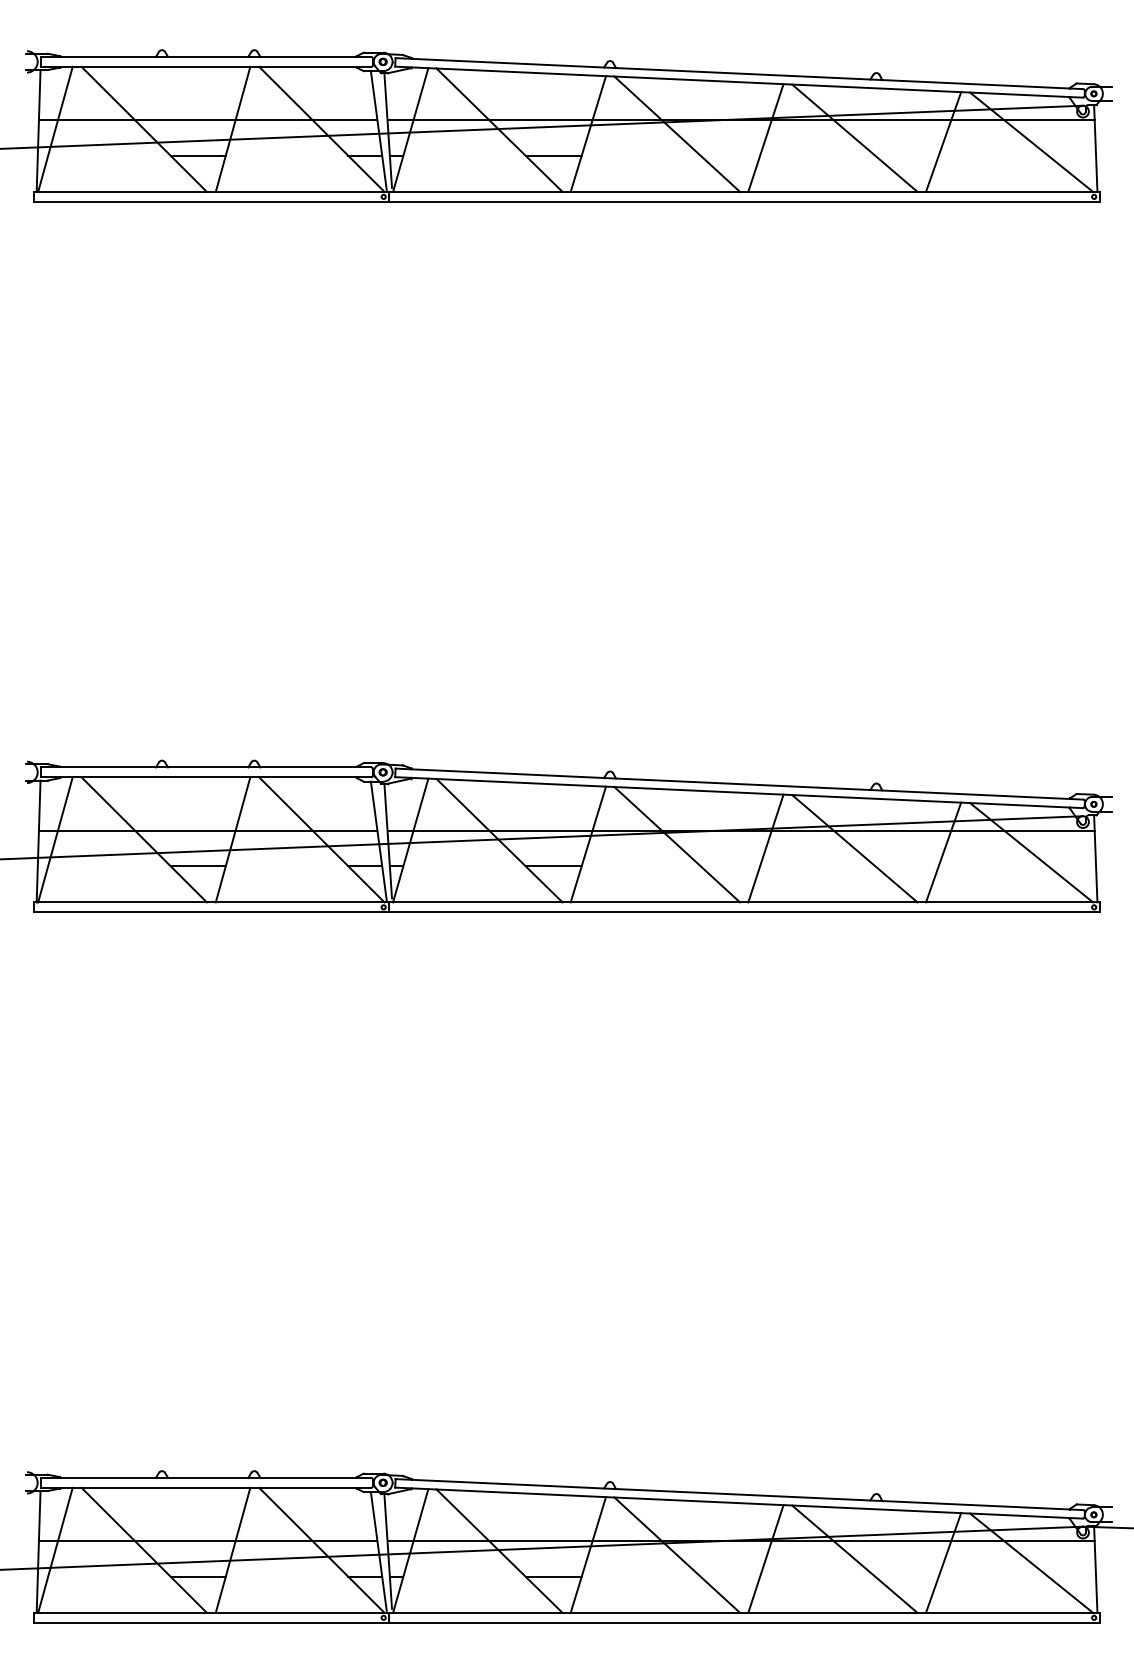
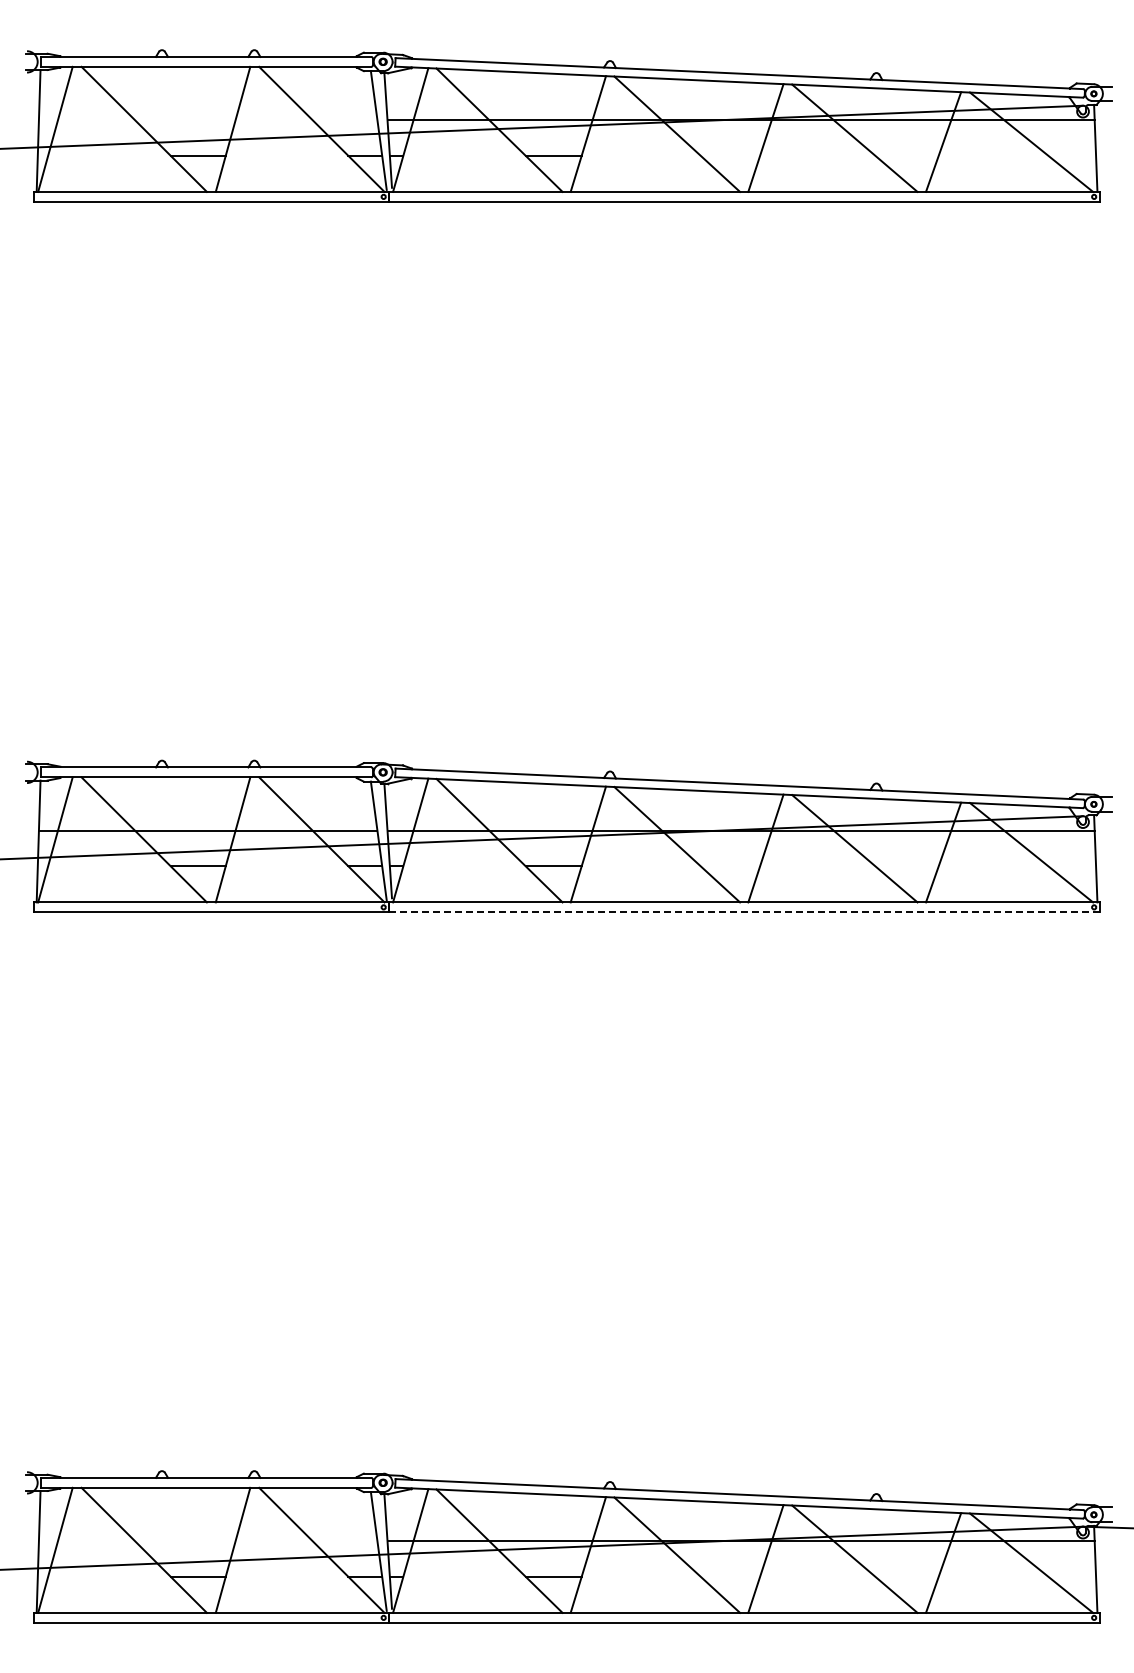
line at (207, 120): present -> none
line at (745, 912): solid -> dashed
line at (207, 1541): present -> none
